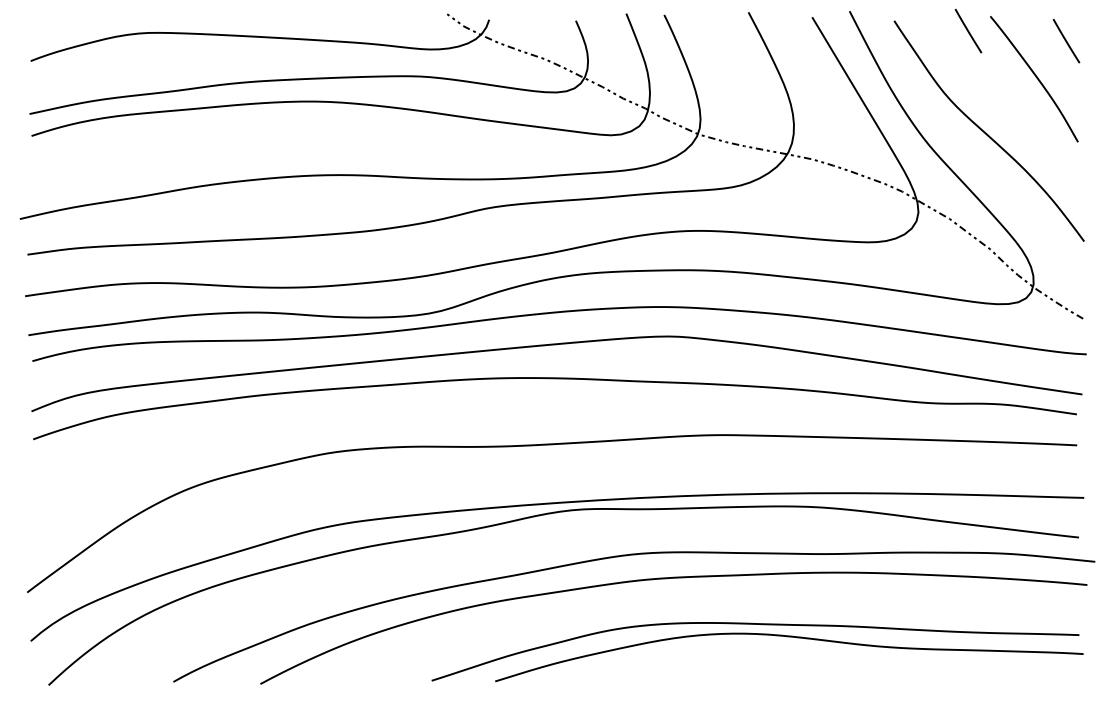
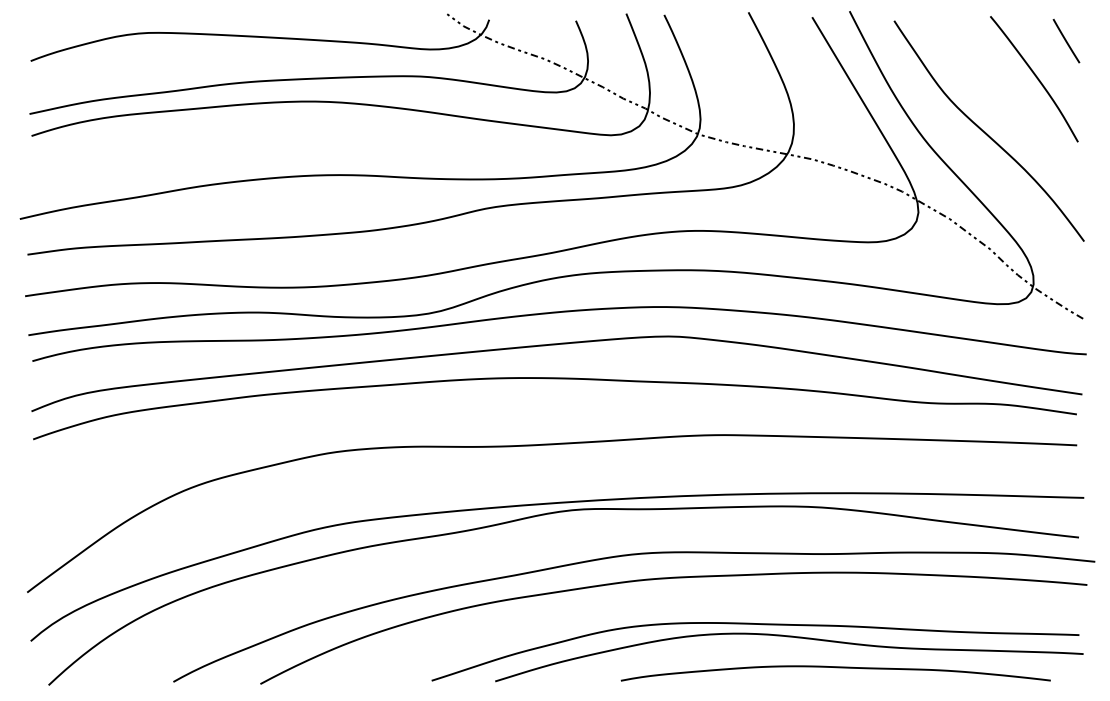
line at (968, 31): present -> none
curve at (835, 668): none -> present
